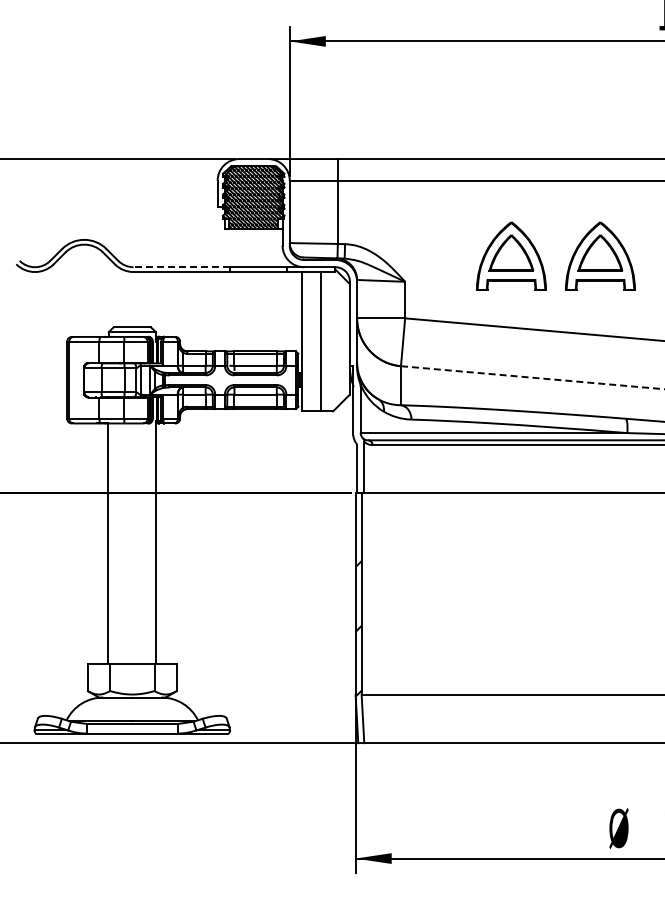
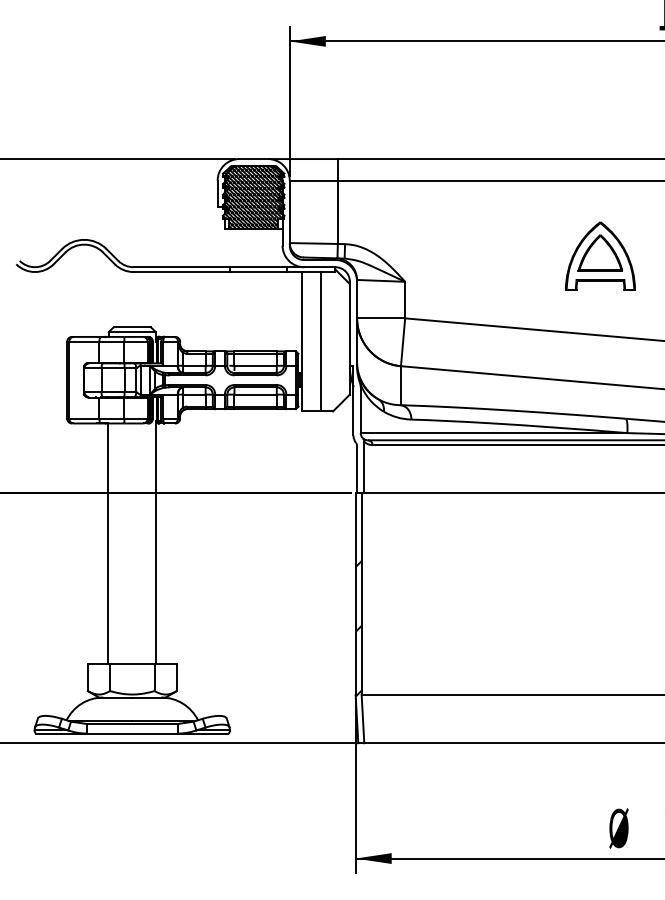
part at (511, 255): present -> none
line at (181, 267): dashed -> solid
line at (533, 377): dashed -> solid
